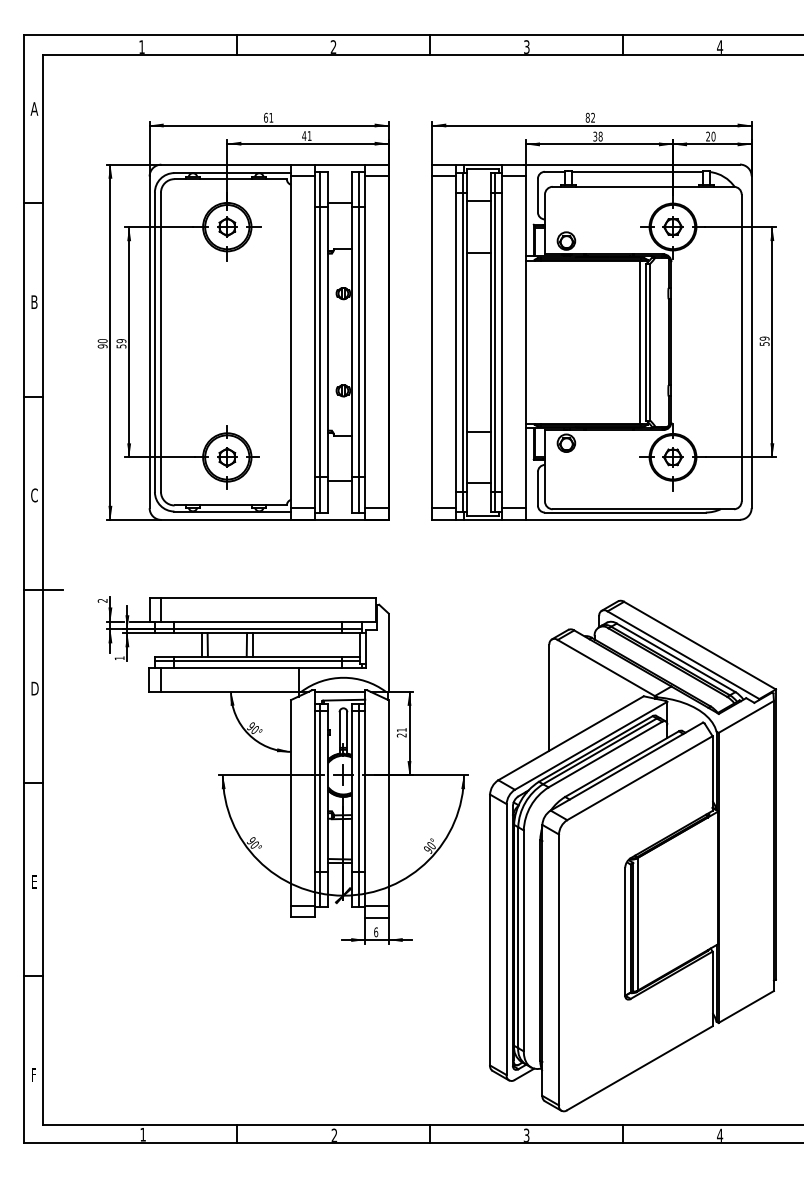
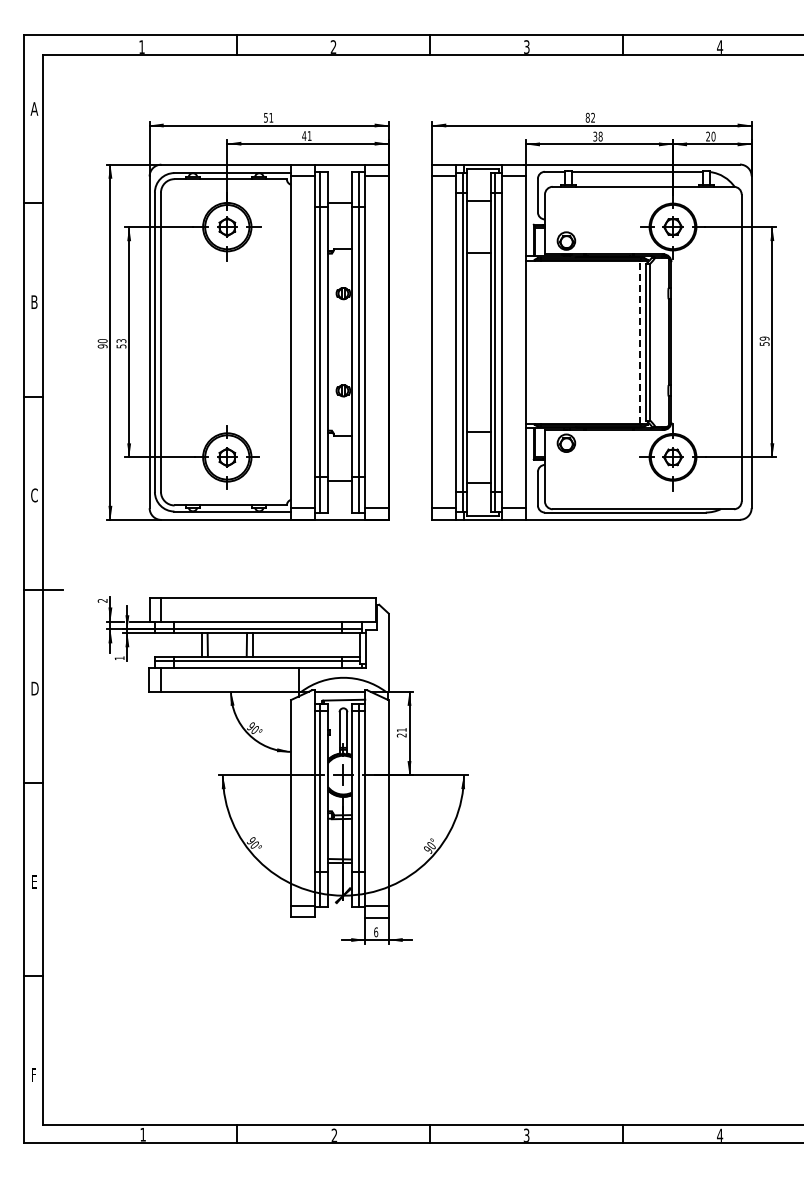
text at (266, 117): 61 -> 51
text at (121, 341): 59 -> 53
line at (640, 341): solid -> dashed
part at (633, 855): present -> none
